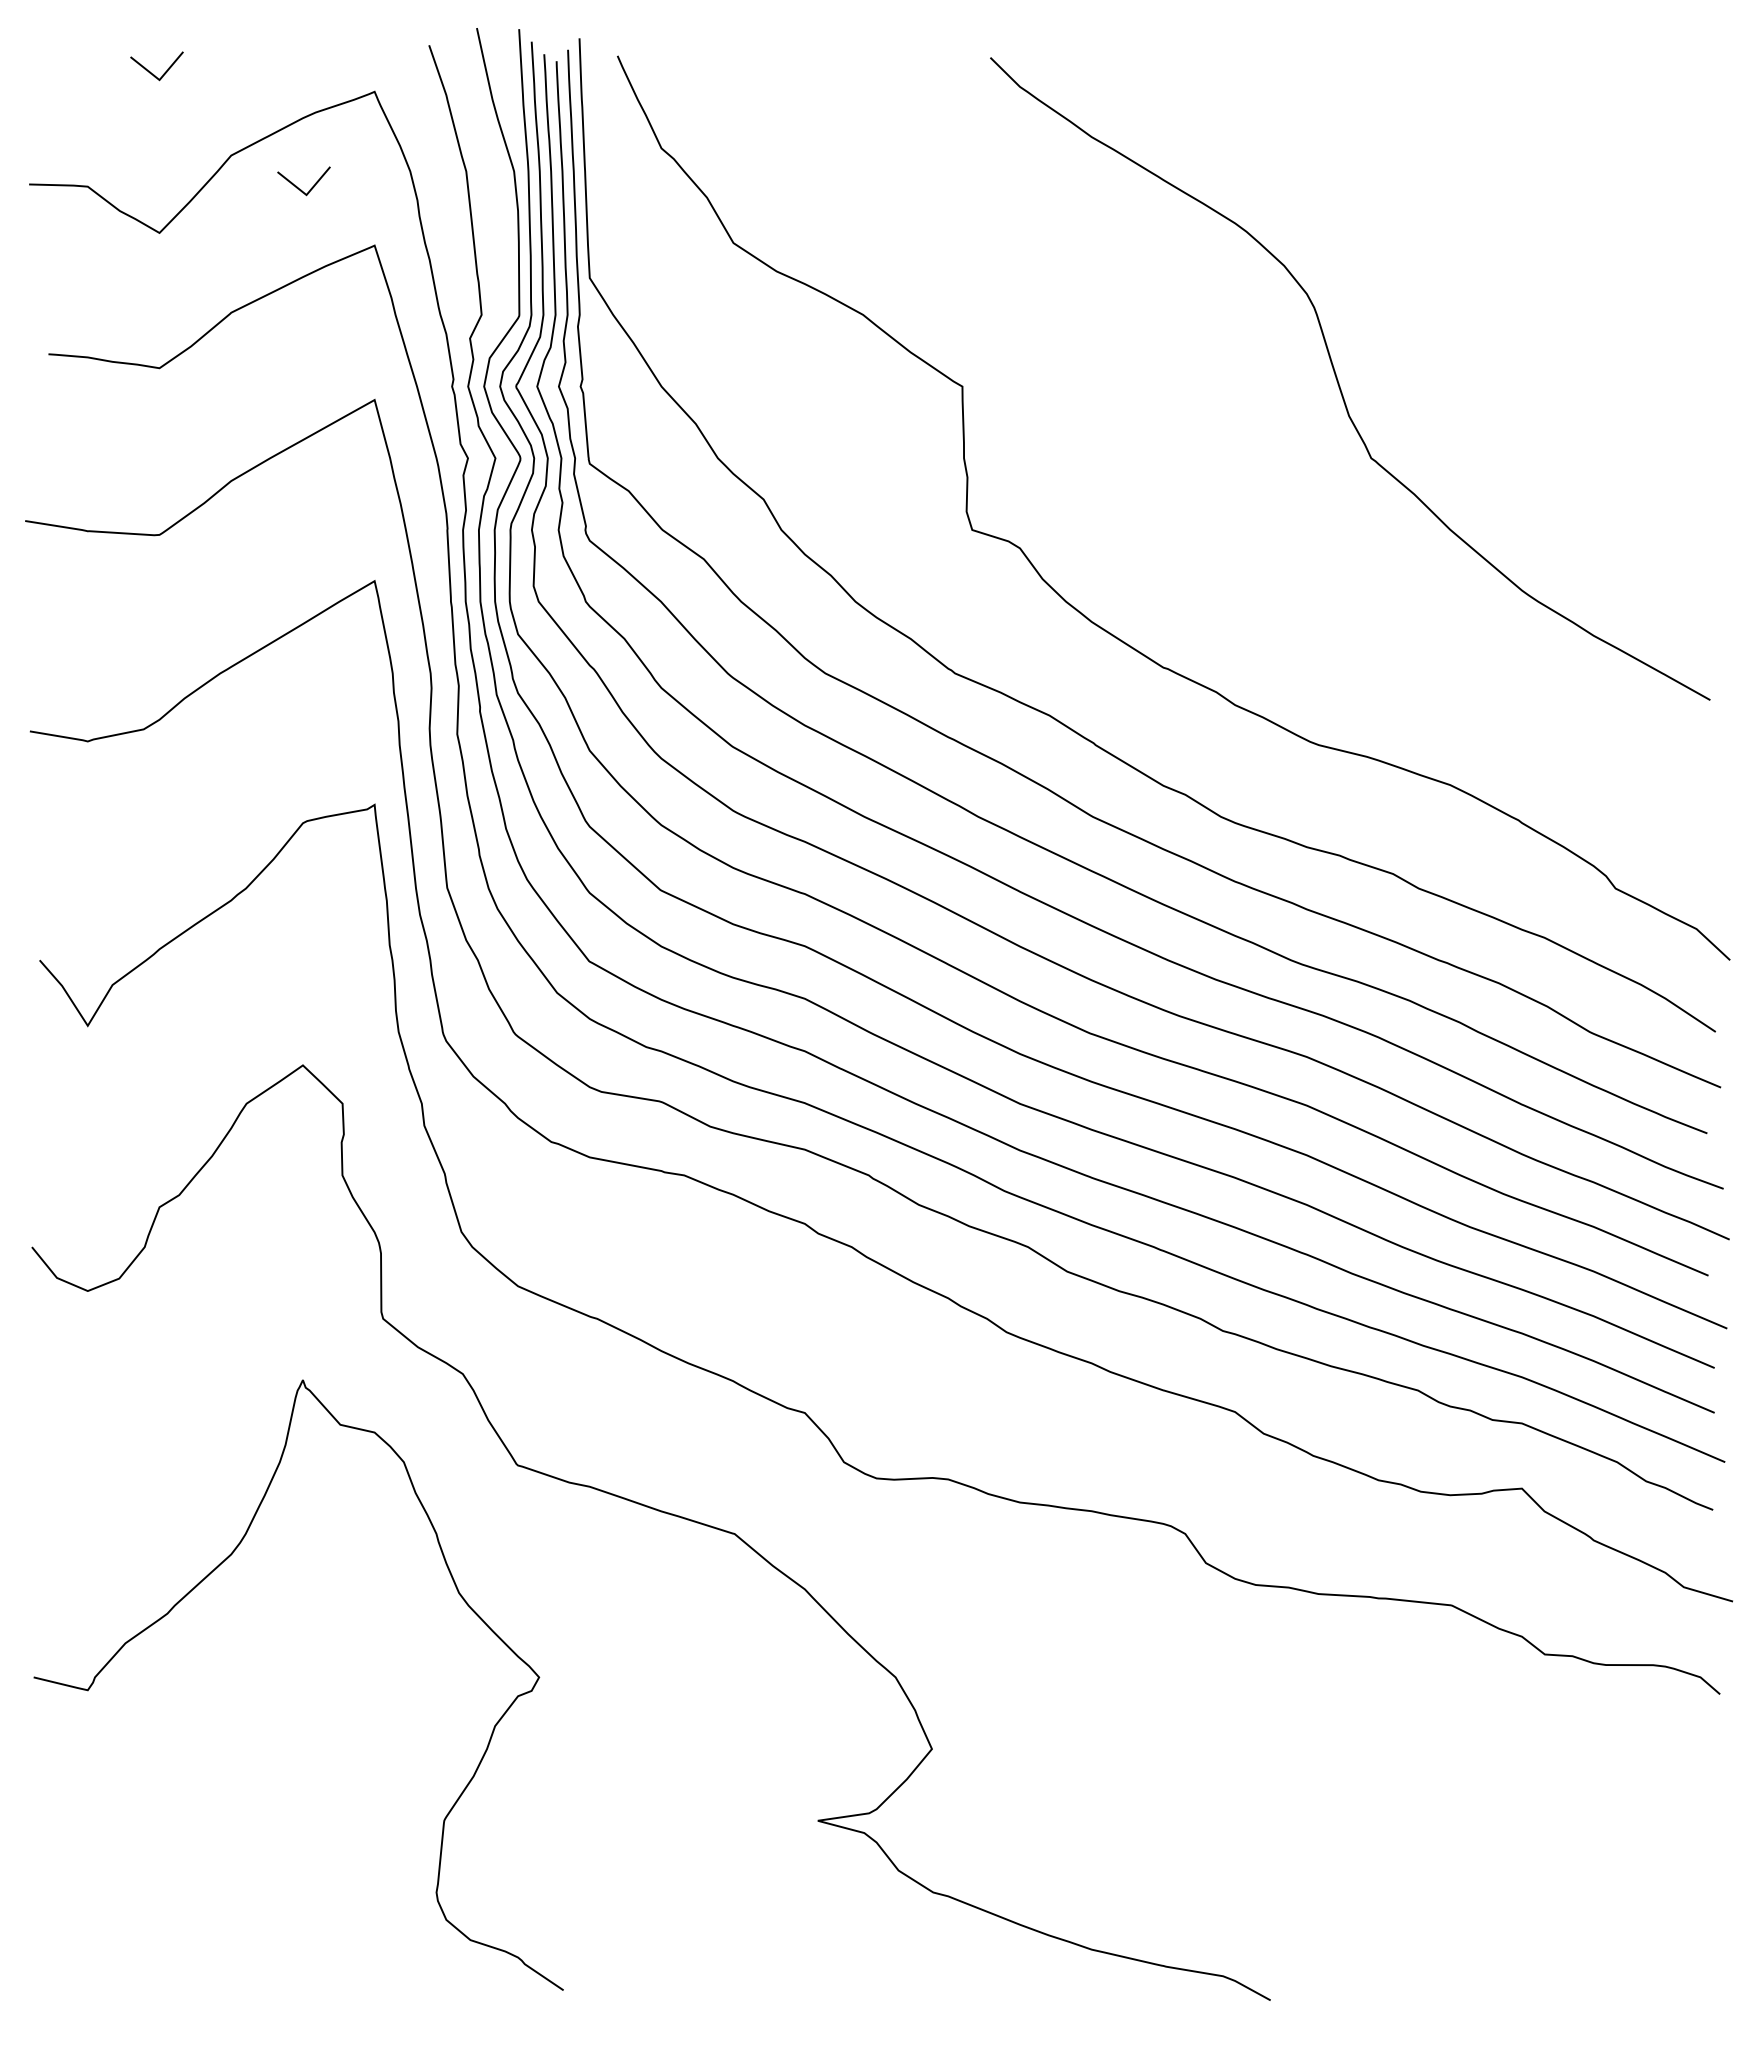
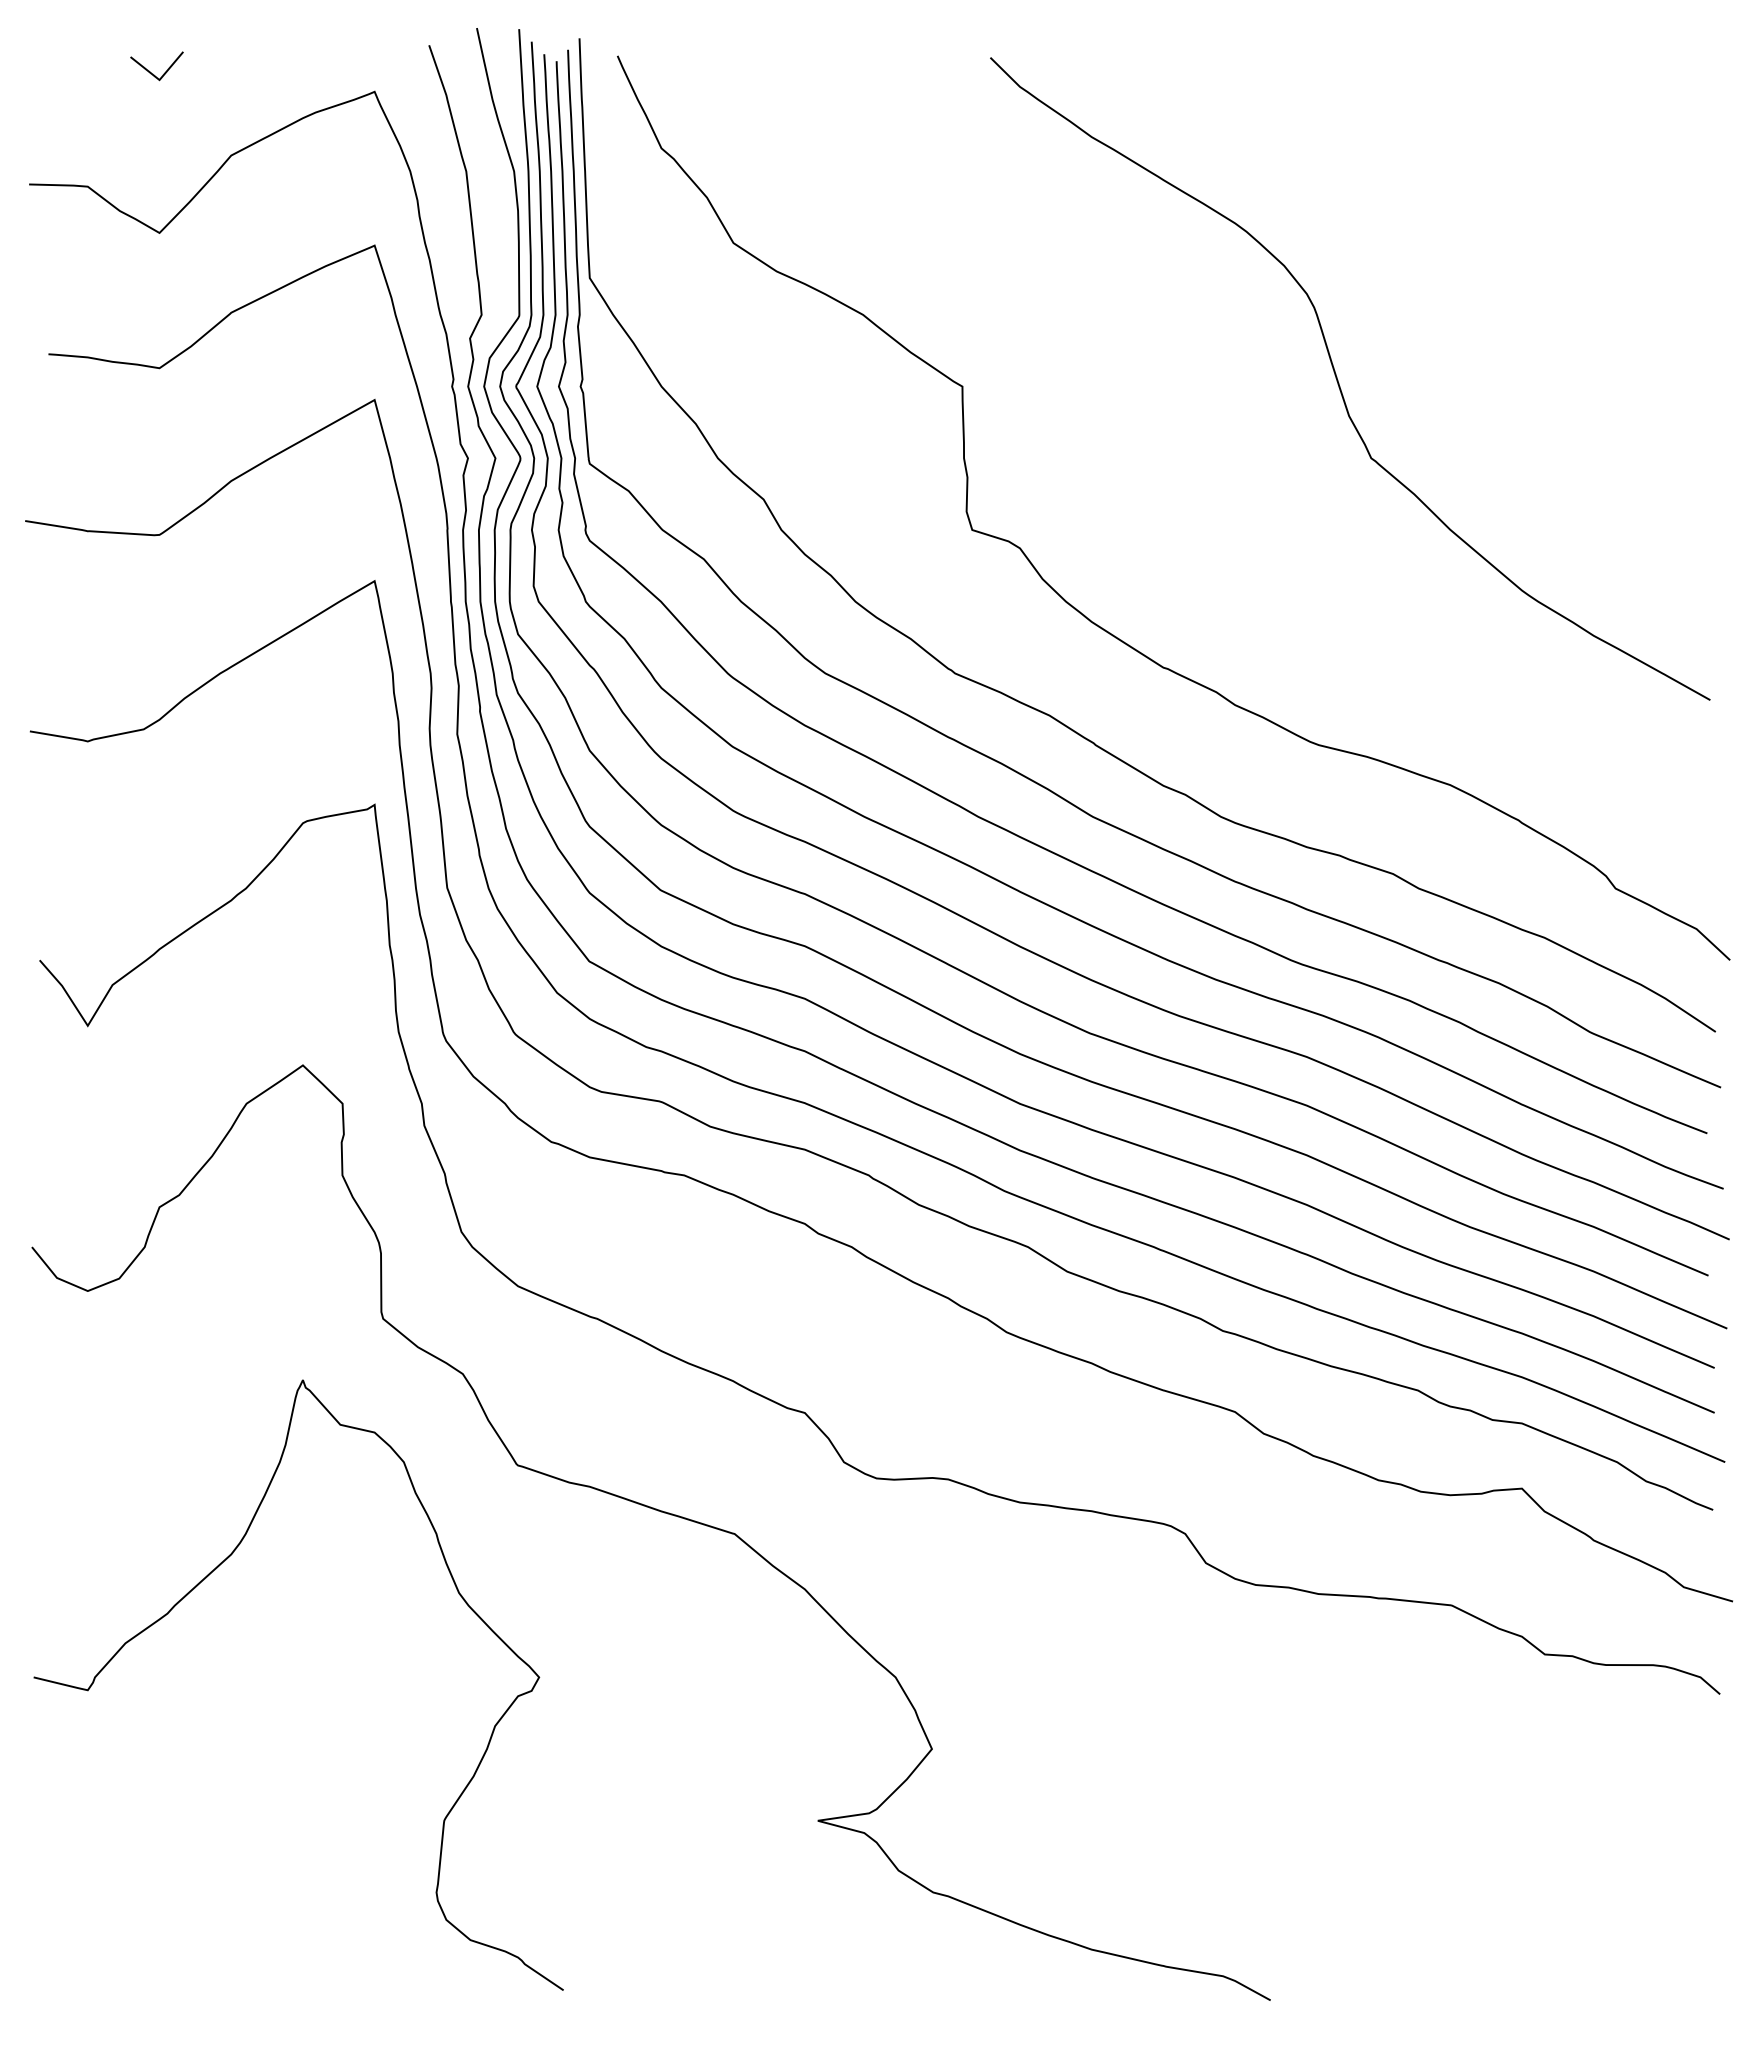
line at (297, 186): present -> none
